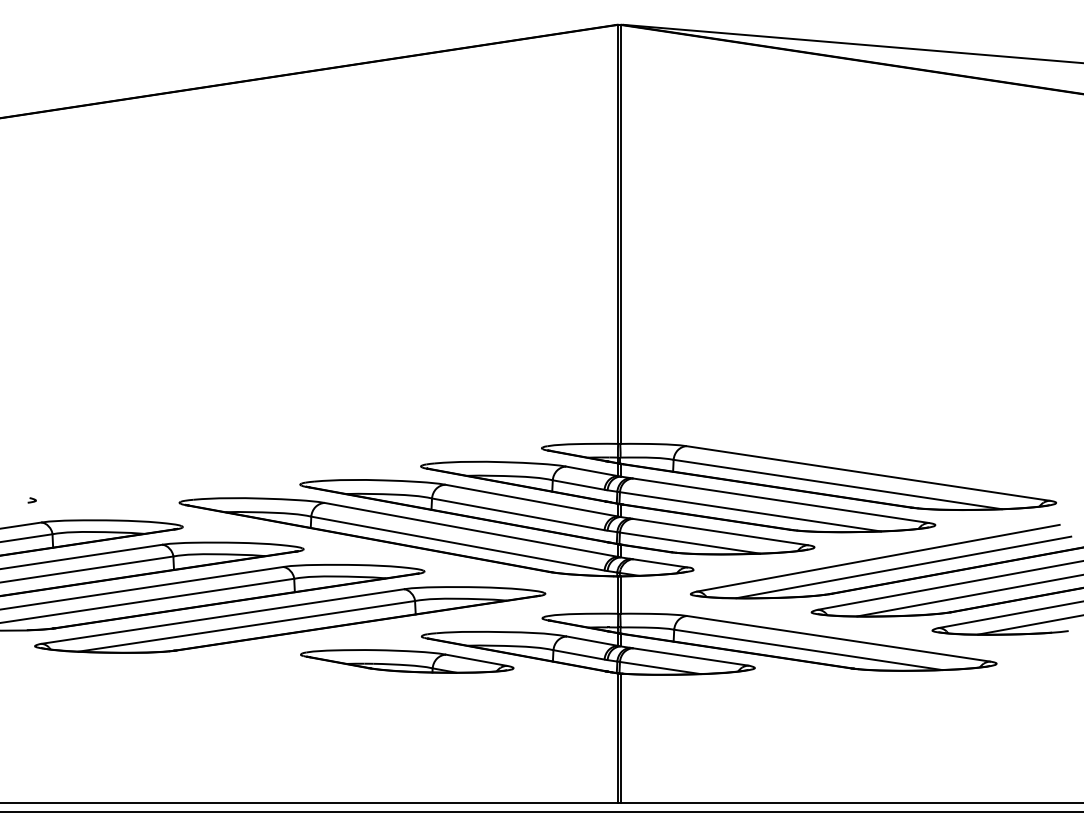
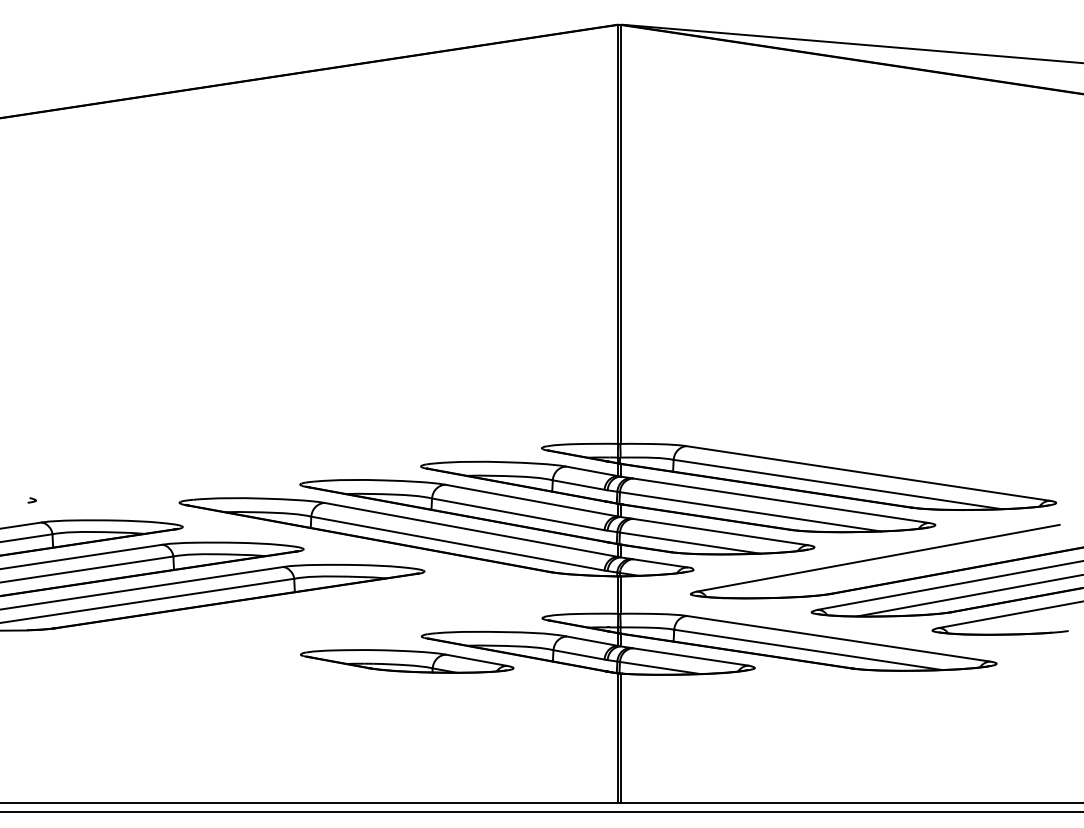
line at (903, 567): present -> none
part at (290, 619): present -> none
line at (1029, 624): present -> none
